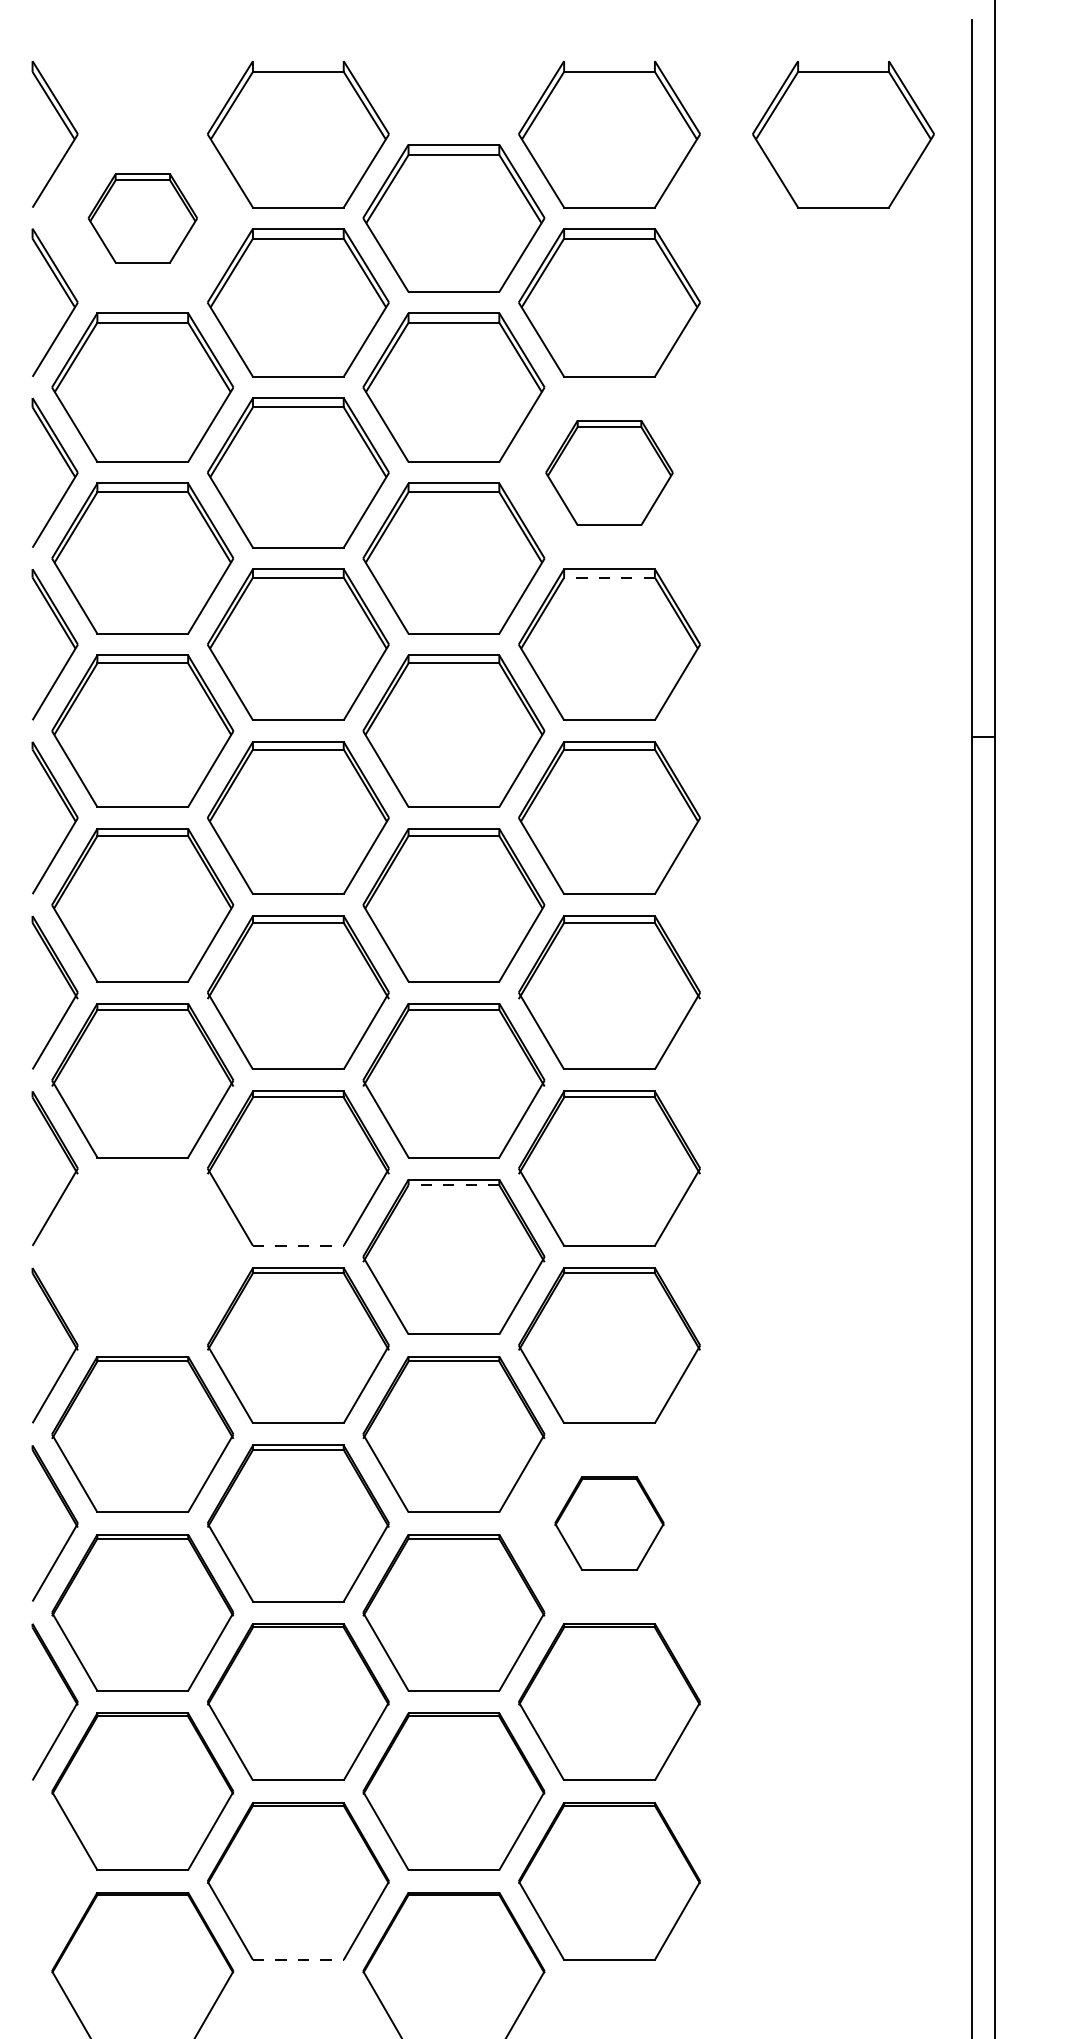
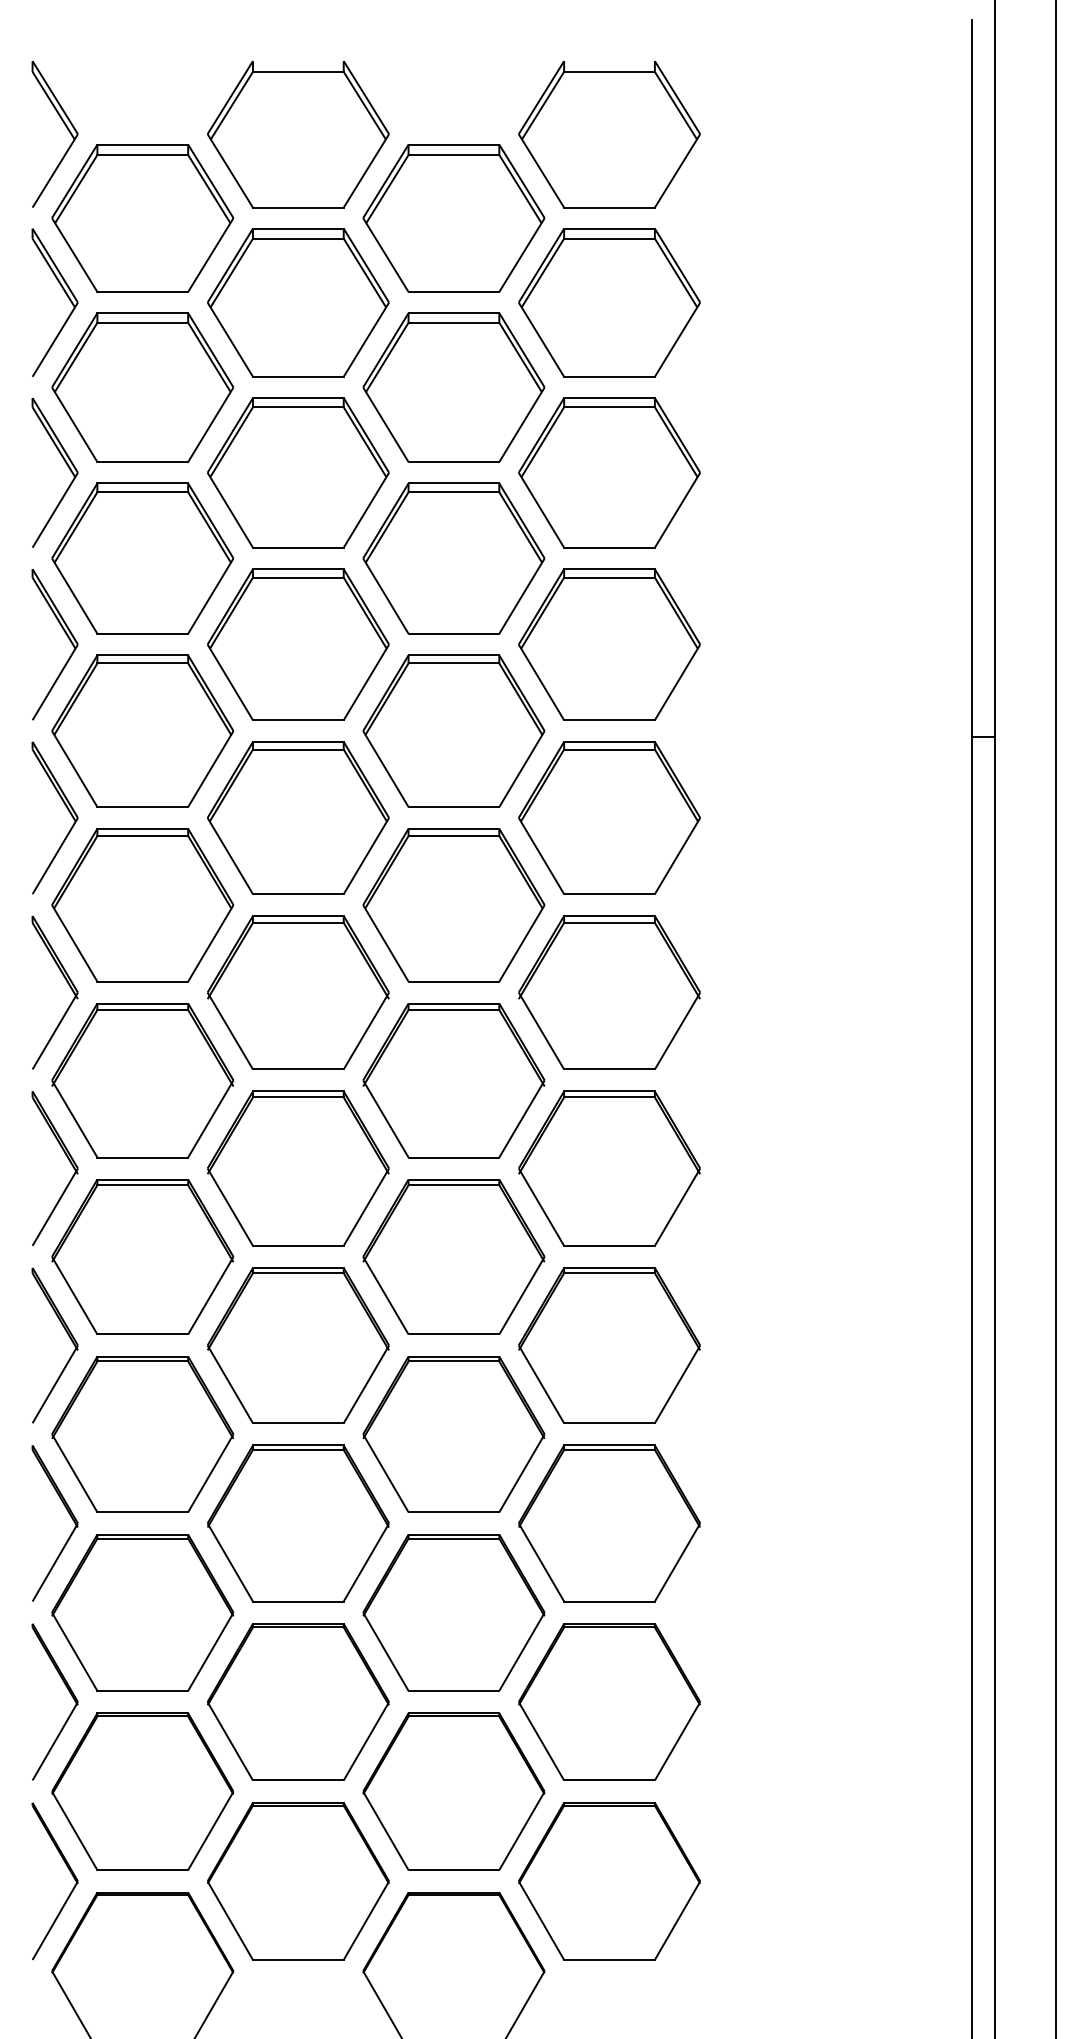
part at (843, 134): present -> none
part at (142, 218) size: 111x91 px -> 184x149 px
part at (609, 472) size: 129x106 px -> 183x152 px
line at (609, 577): dashed -> solid
line at (1056, 1018): none -> present
line at (453, 1185): dashed -> solid
line at (298, 1245): dashed -> solid
part at (142, 1256): none -> present
part at (609, 1523) size: 111x95 px -> 183x159 px
part at (70, 1873): none -> present
line at (298, 1959): dashed -> solid
